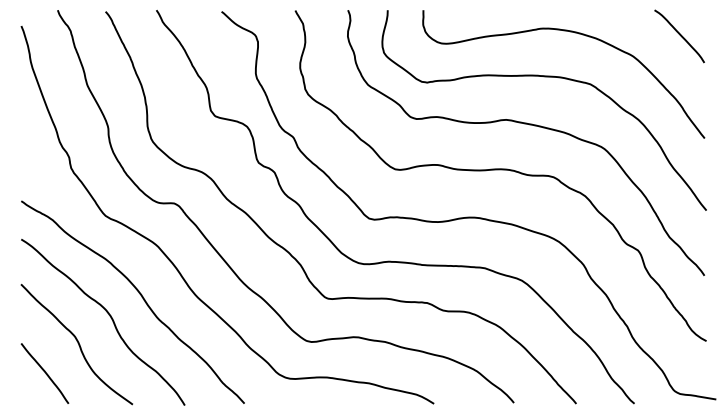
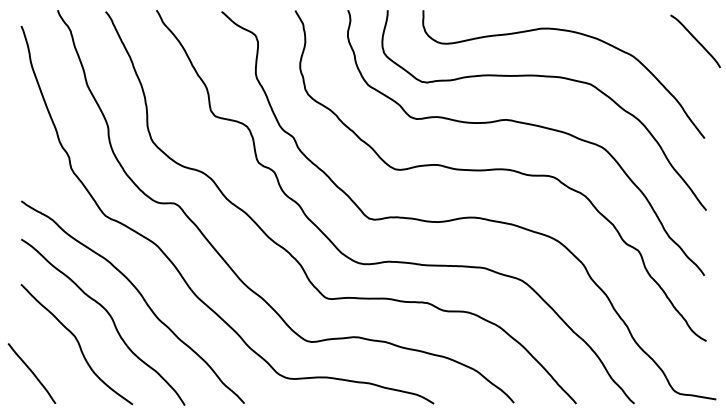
curve at (679, 35) position: (679, 35) -> (695, 40)
curve at (44, 372) position: (44, 372) -> (31, 372)
